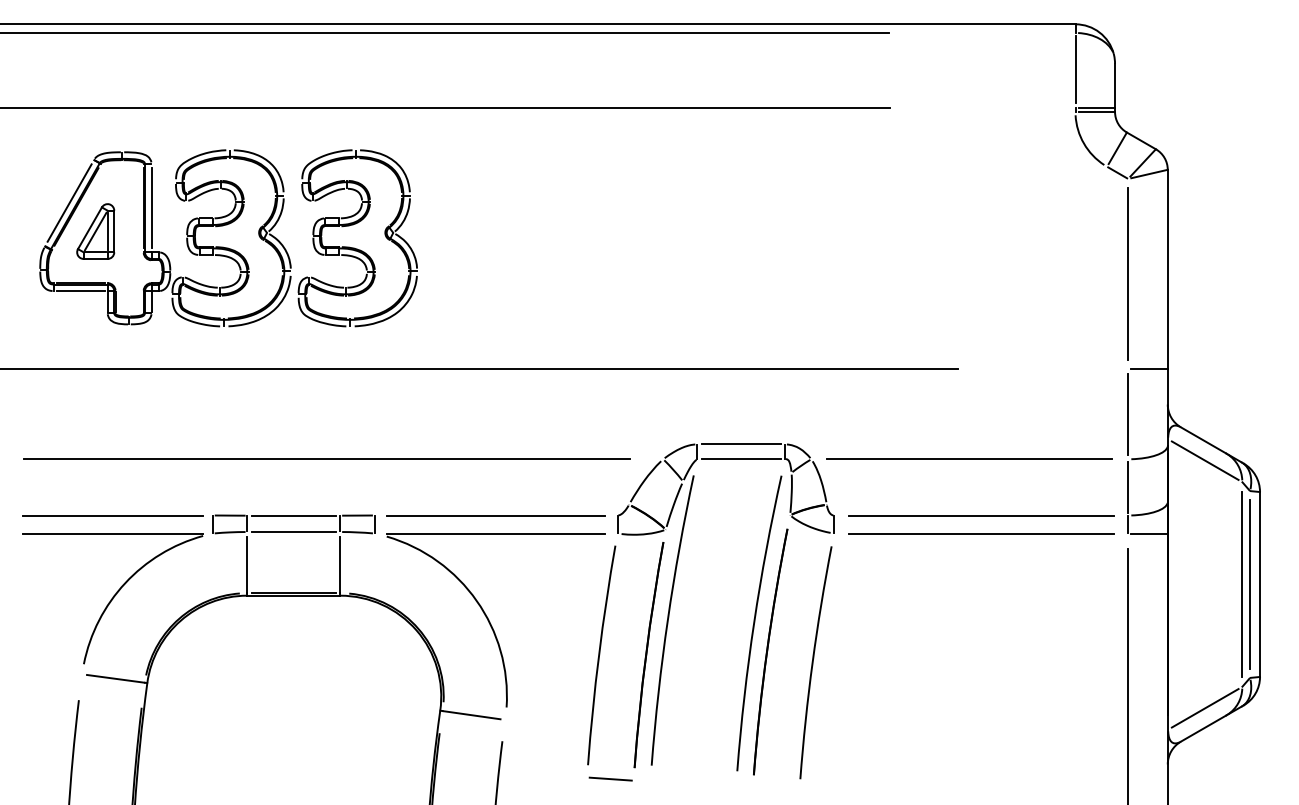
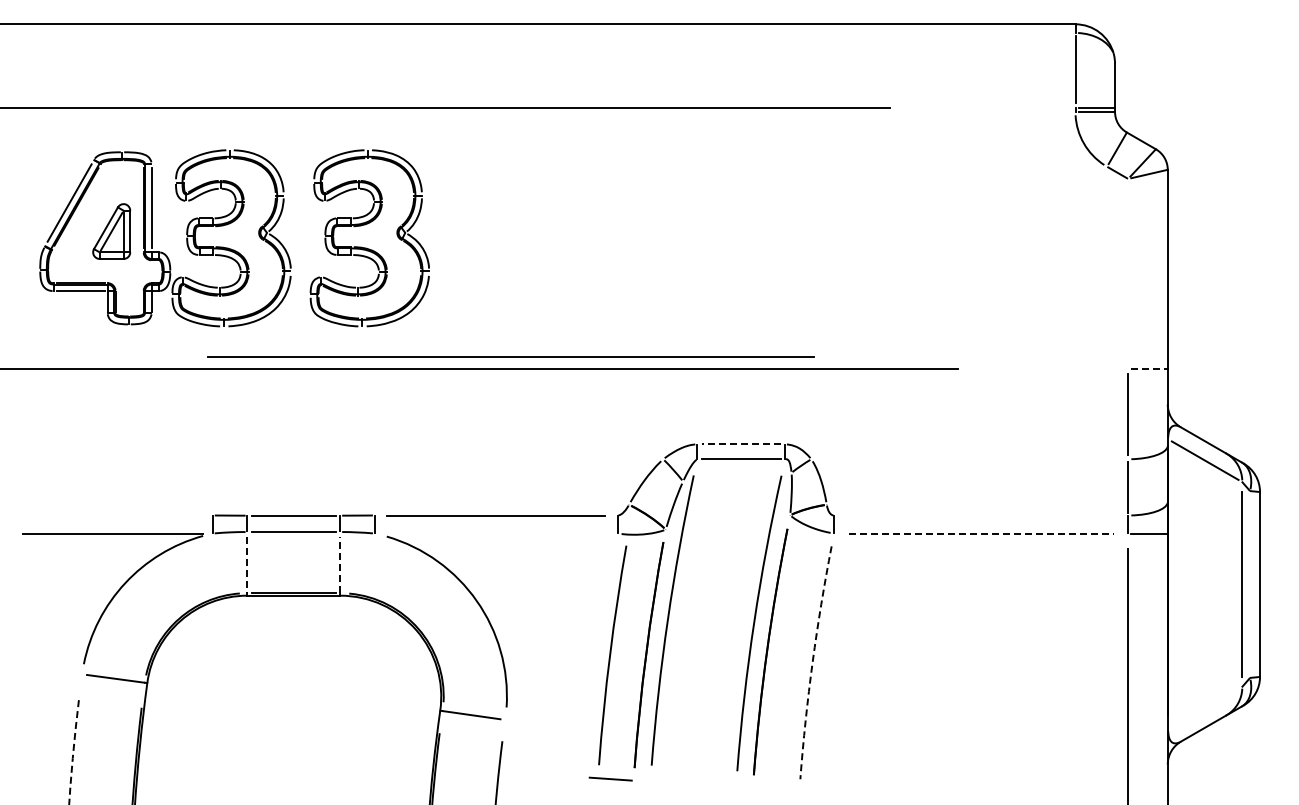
line at (445, 32): present -> none
part at (95, 231) position: (95, 231) -> (111, 231)
part at (357, 238) position: (357, 238) -> (369, 238)
line at (1128, 273): present -> none
line at (1149, 369): solid -> dashed
line at (741, 444): solid -> dashed
line at (326, 458) position: (326, 458) -> (510, 356)
line at (969, 459): present -> none
line at (112, 515): present -> none
line at (981, 515): present -> none
line at (495, 533): present -> none
line at (981, 533): solid -> dashed
line at (340, 564): solid -> dashed
line at (247, 565): solid -> dashed
line at (1250, 584): present -> none
arc at (600, 654) position: (600, 654) -> (611, 654)
arc at (812, 662): solid -> dashed
line at (1204, 708): present -> none
arc at (73, 752): solid -> dashed
